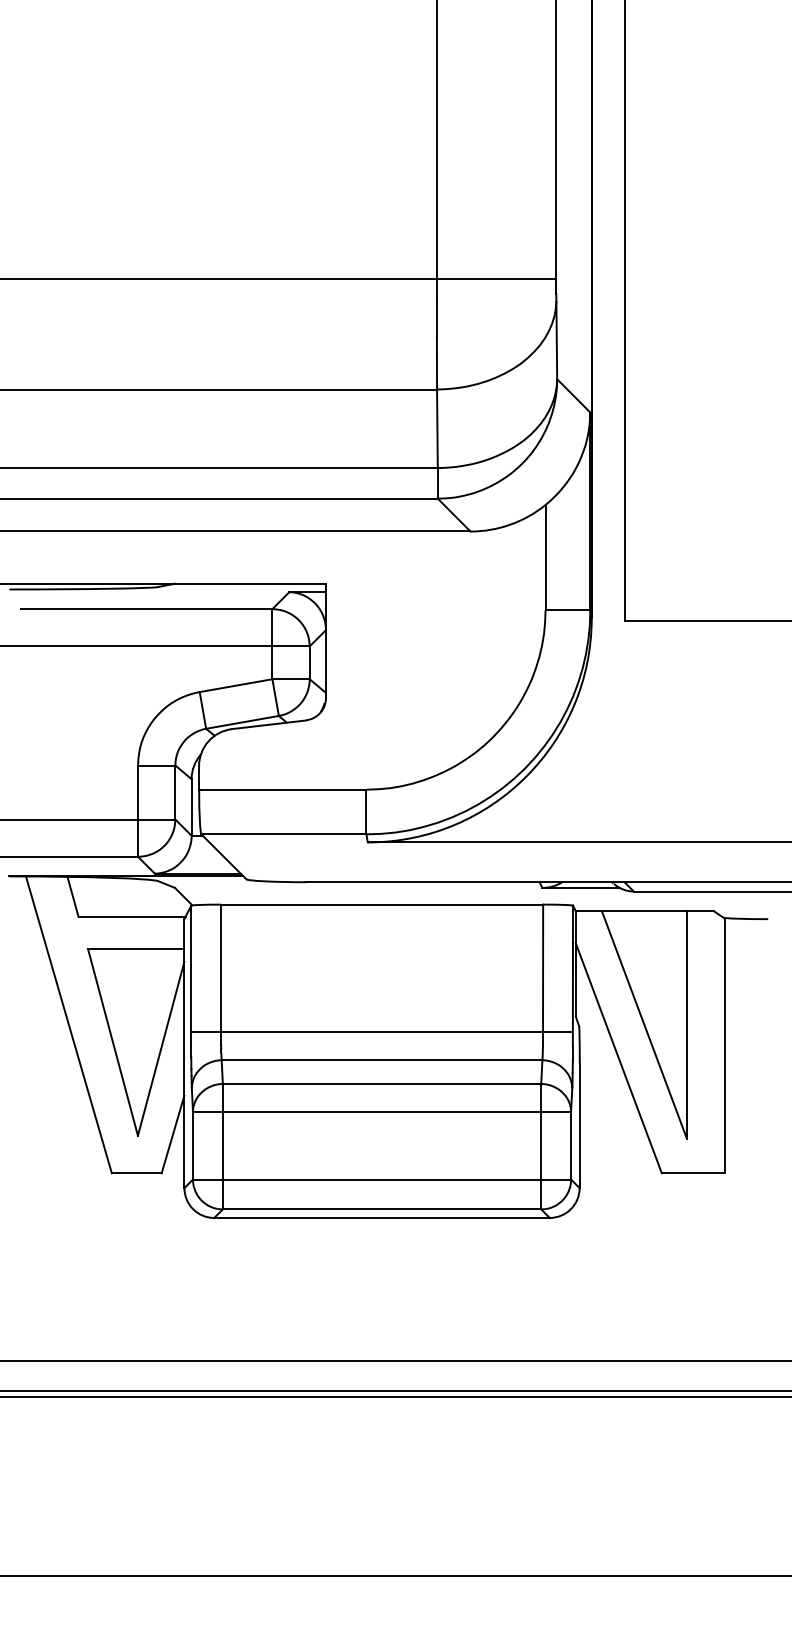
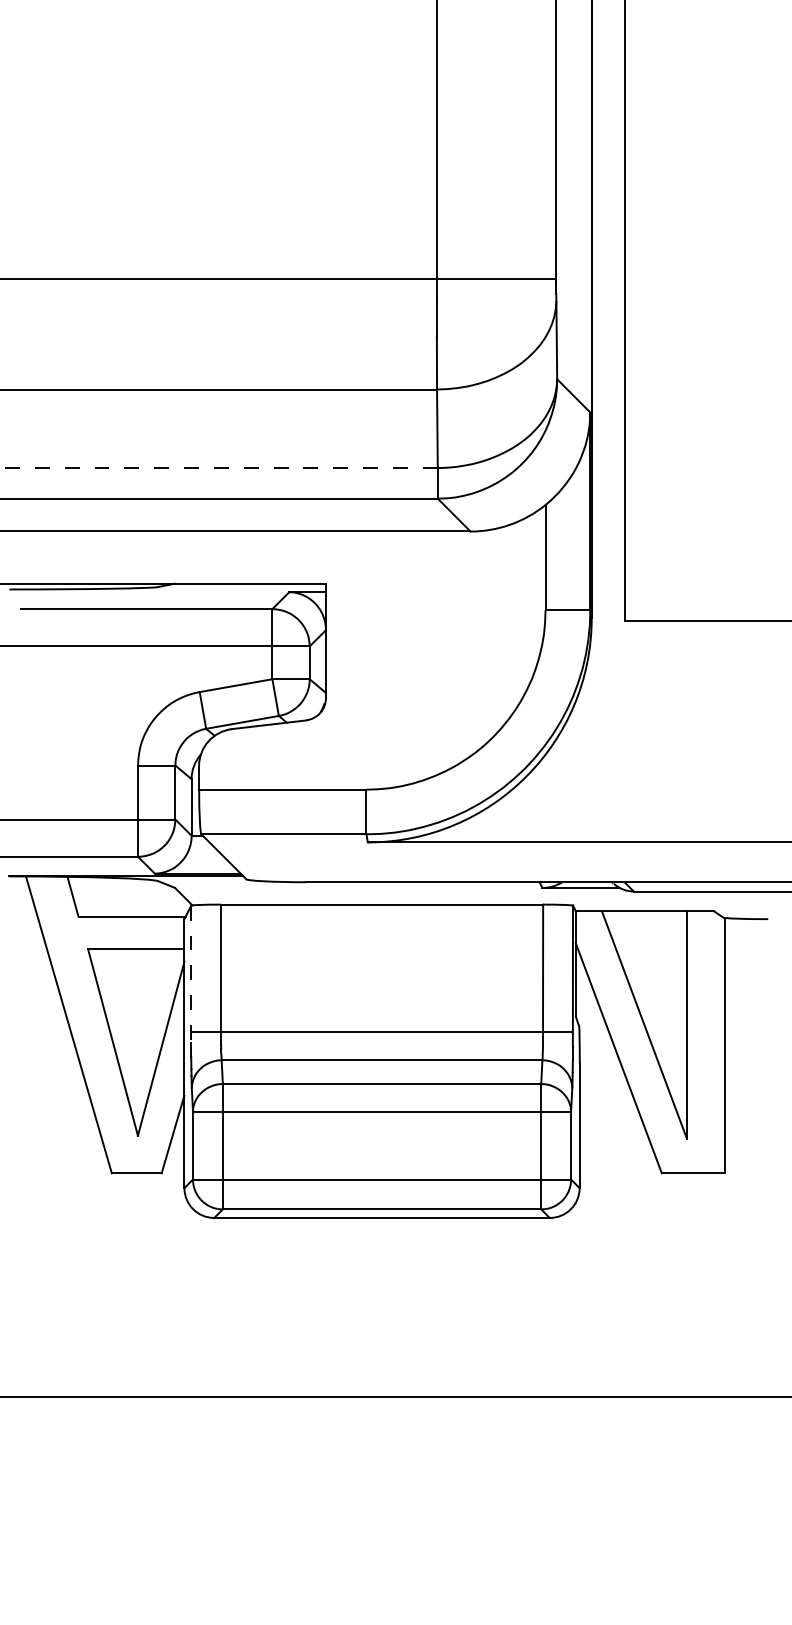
line at (218, 468): solid -> dashed
line at (191, 974): solid -> dashed
line at (395, 1361): present -> none
line at (395, 1390): present -> none
line at (395, 1576): present -> none
